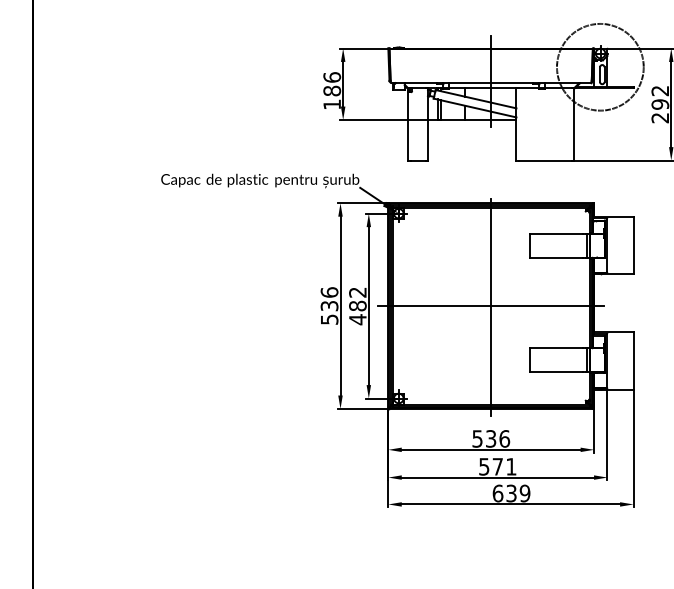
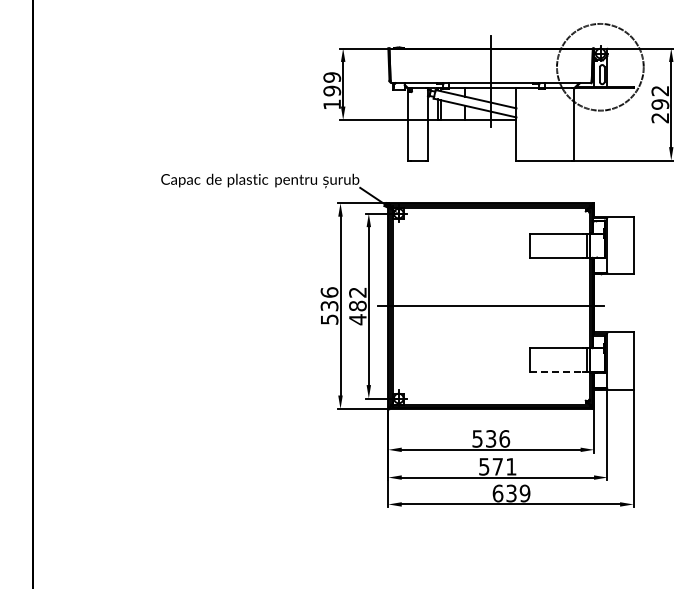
text at (332, 84): 186 -> 199
line at (491, 306): present -> none
line at (556, 372): solid -> dashed
